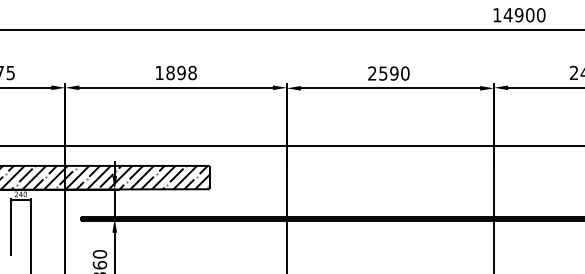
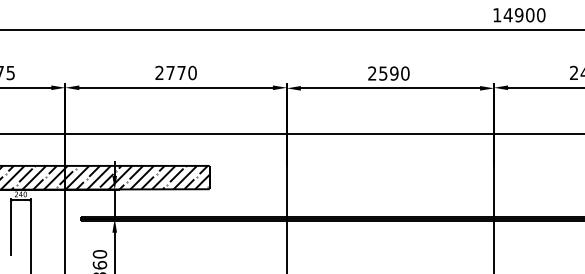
text at (175, 72): 1898 -> 2770
line at (291, 146) position: (291, 146) -> (291, 134)
